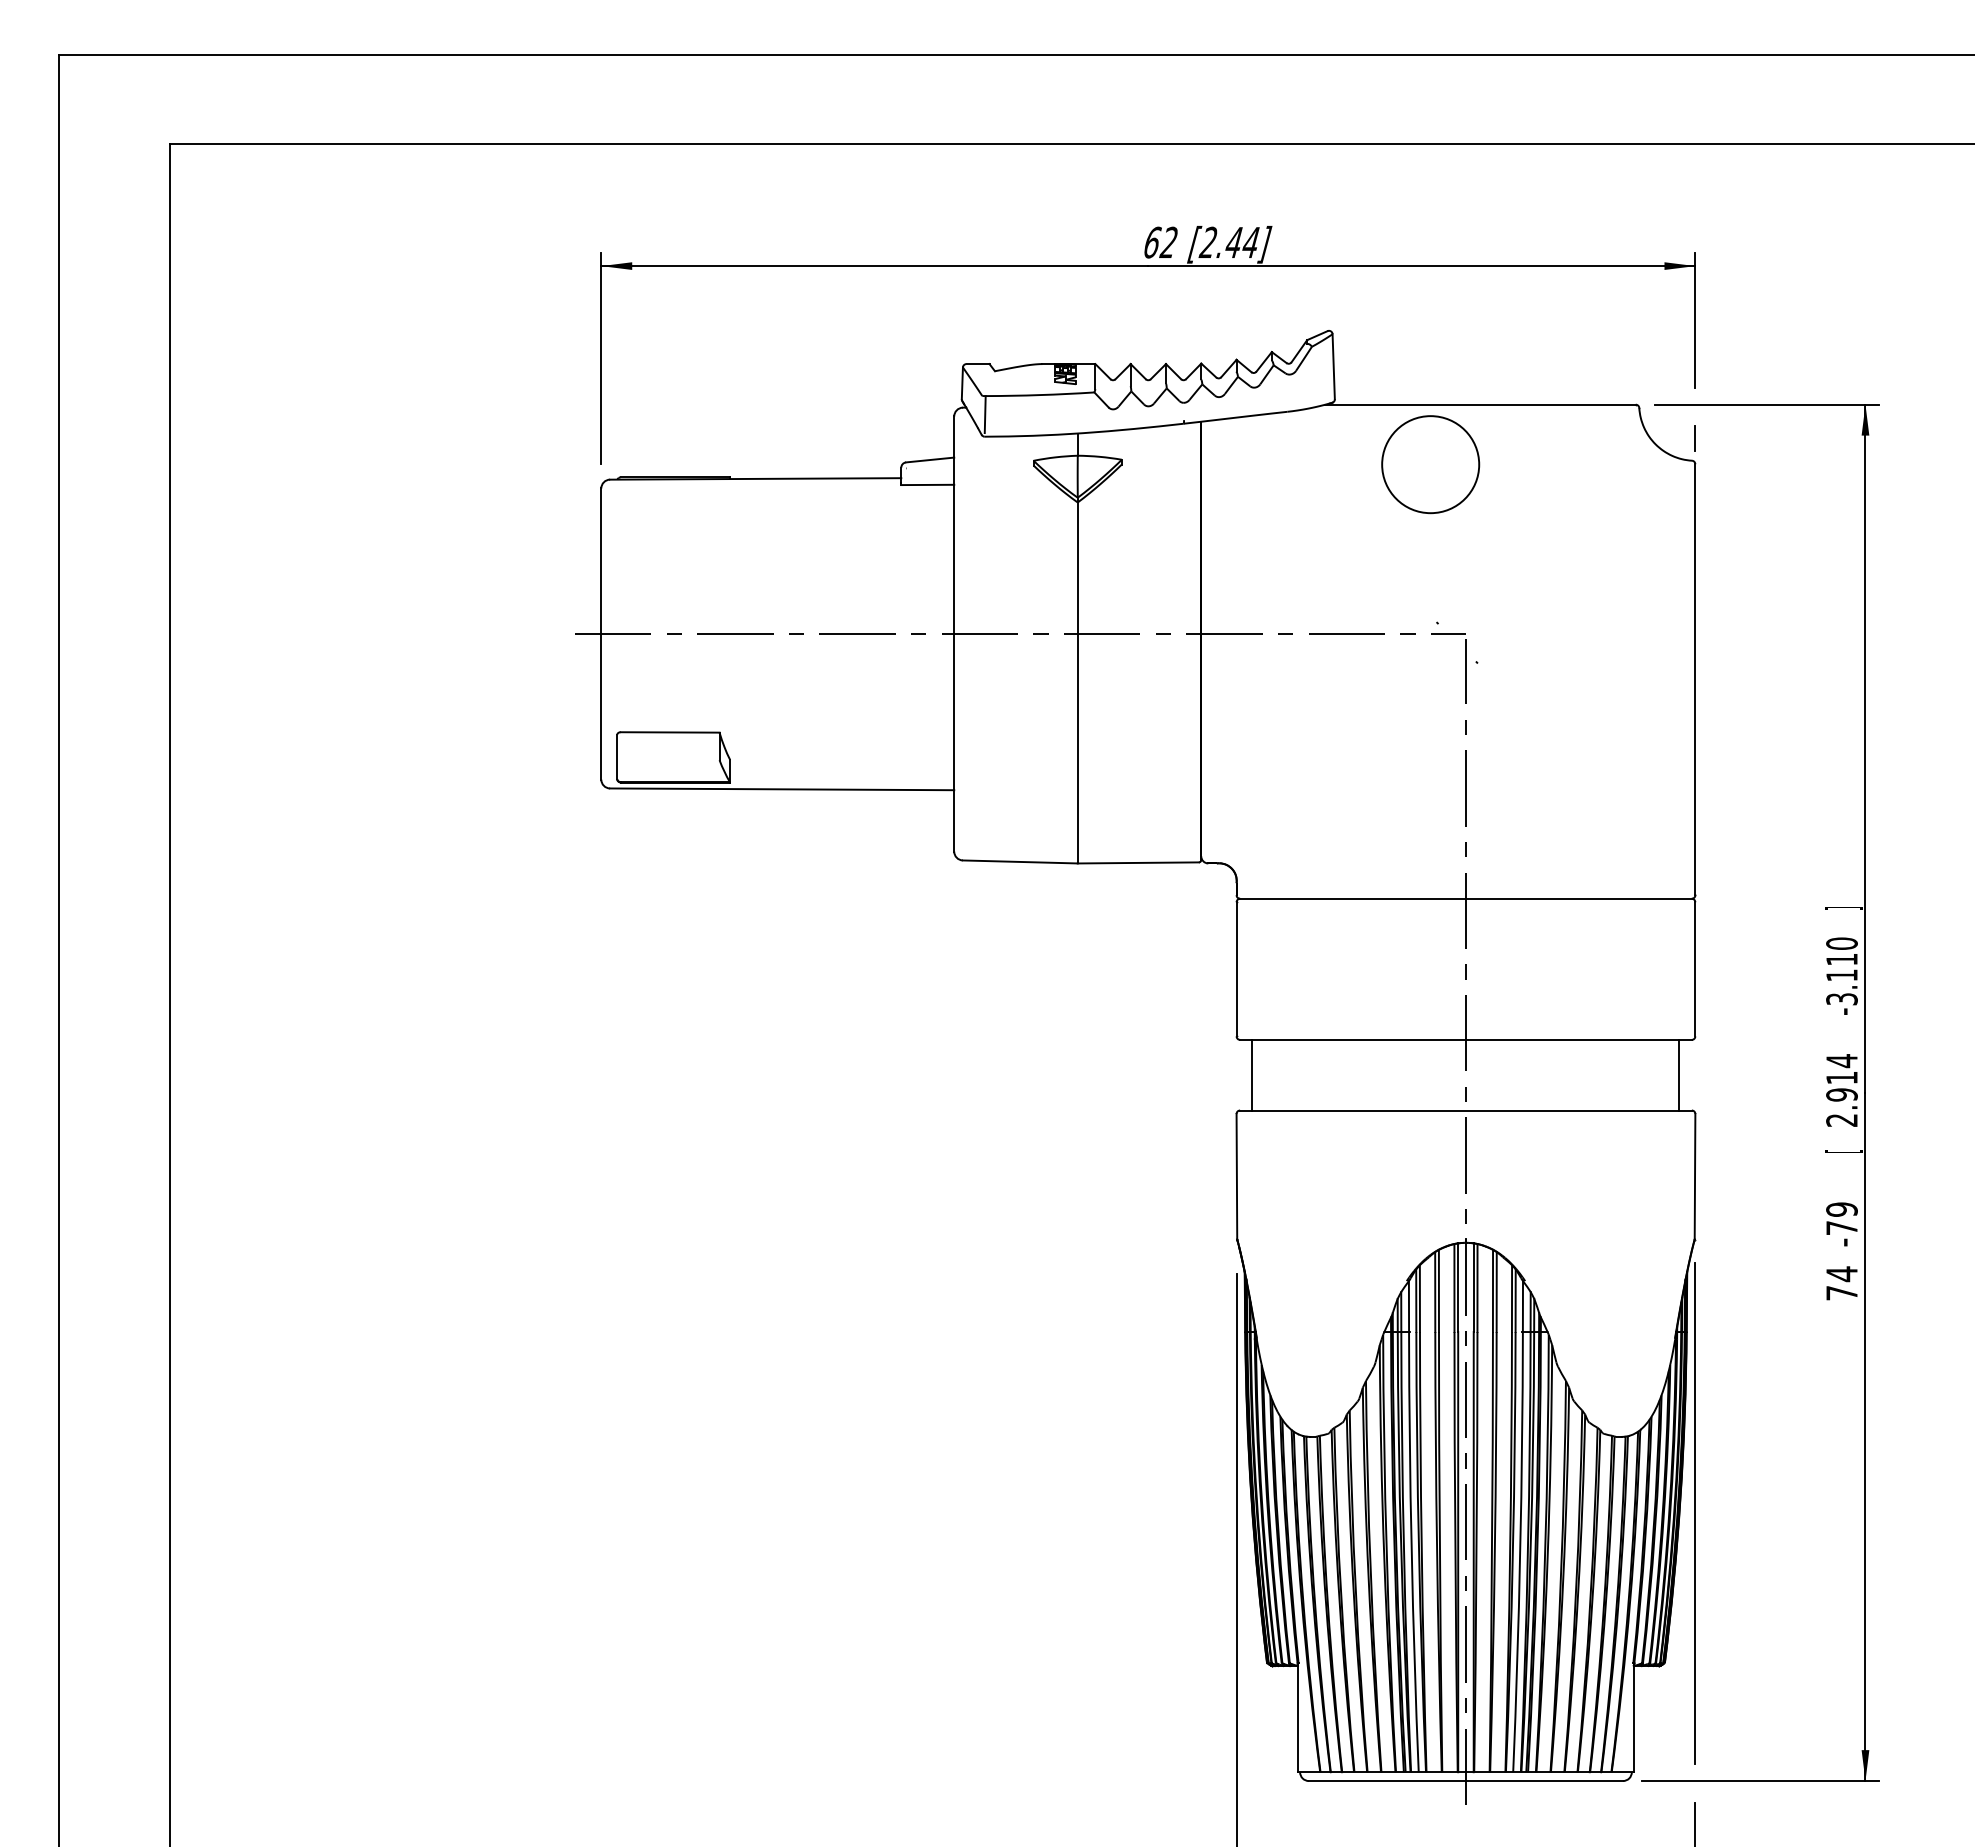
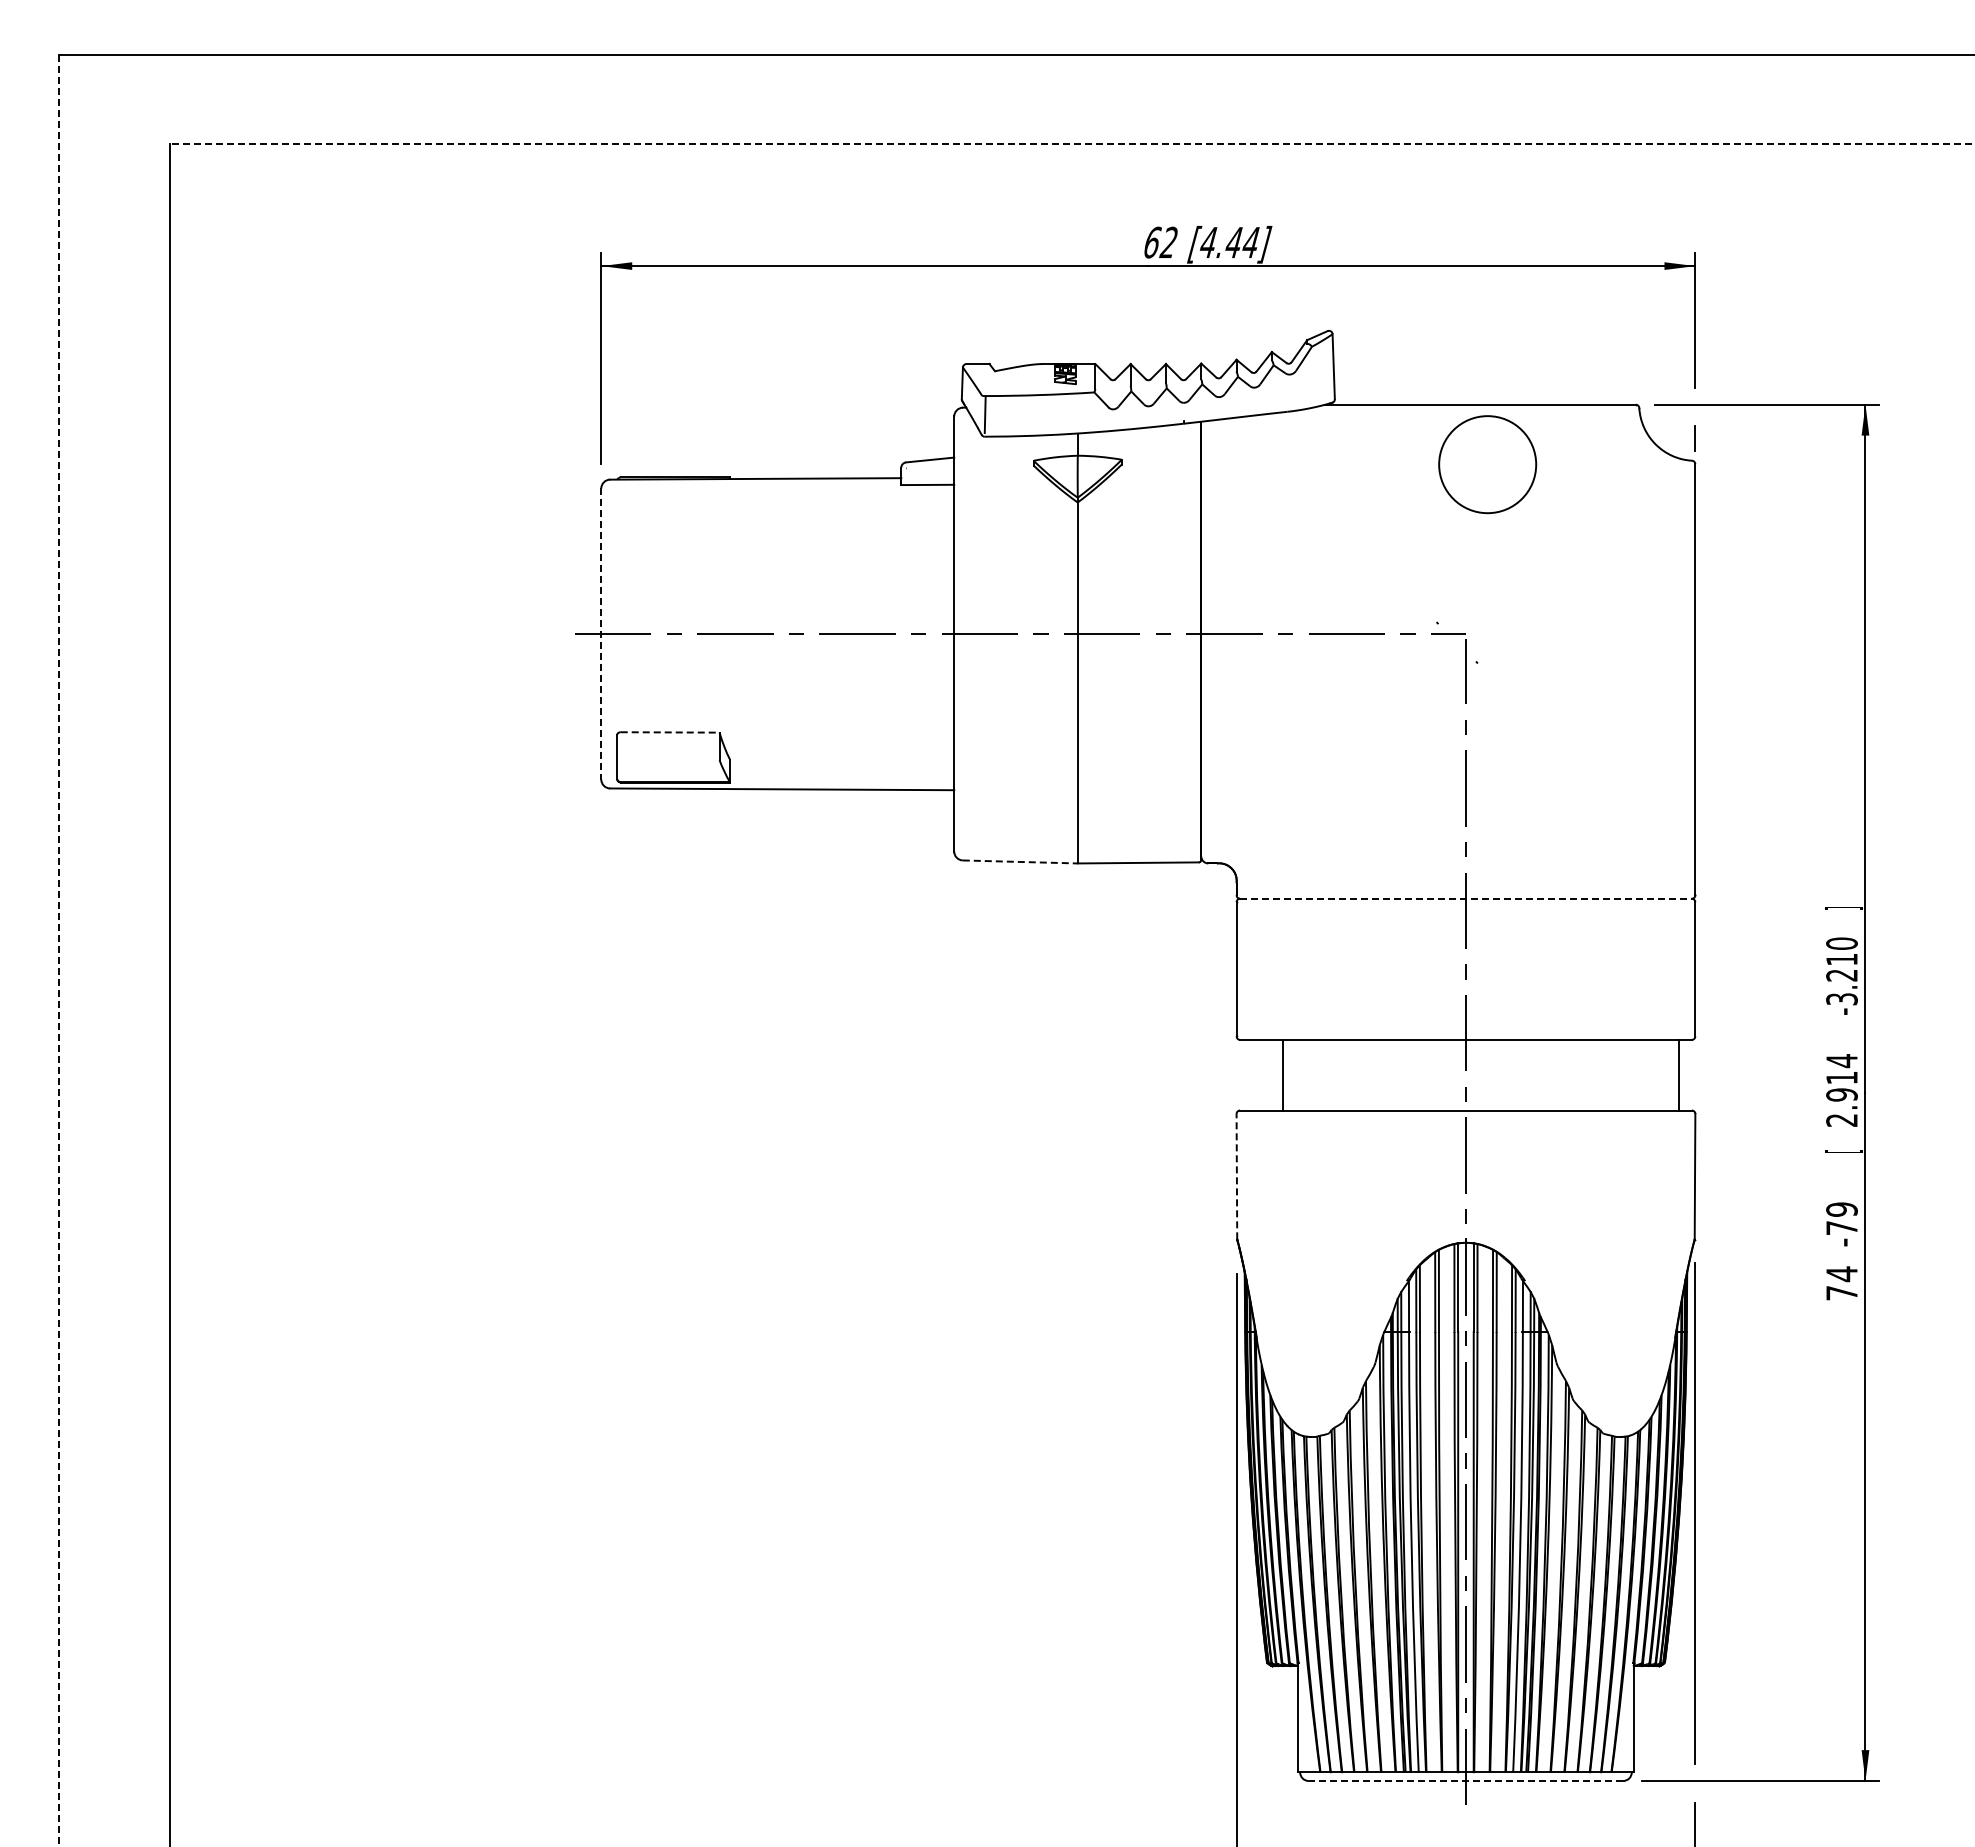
line at (1071, 143): solid -> dashed
text at (1207, 241): [2.44] -> [4.44]
circle at (1430, 464) position: (1430, 464) -> (1487, 464)
line at (601, 634): solid -> dashed
line at (670, 732): solid -> dashed
line at (1020, 861): solid -> dashed
line at (1465, 898): solid -> dashed
line at (59, 951): solid -> dashed
text at (1841, 975): -3.110 -> -3.210
line at (1252, 1074) position: (1252, 1074) -> (1283, 1074)
line at (1236, 1176): solid -> dashed
line at (1465, 1781): solid -> dashed
